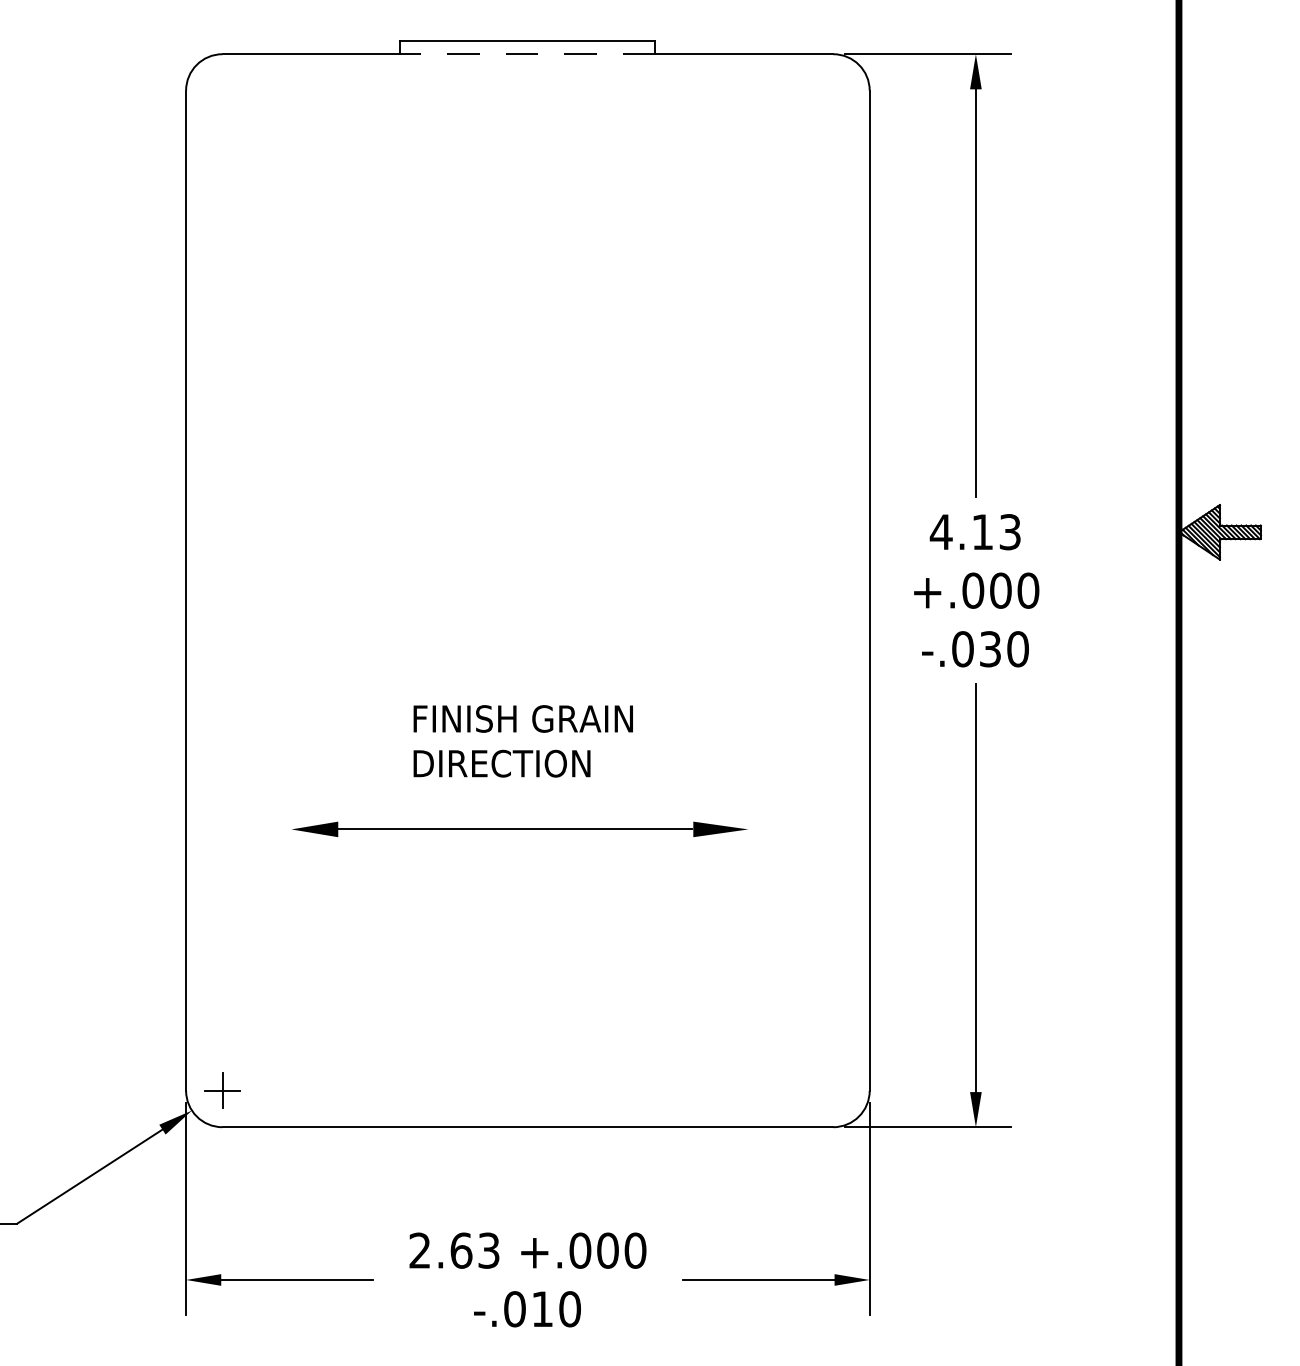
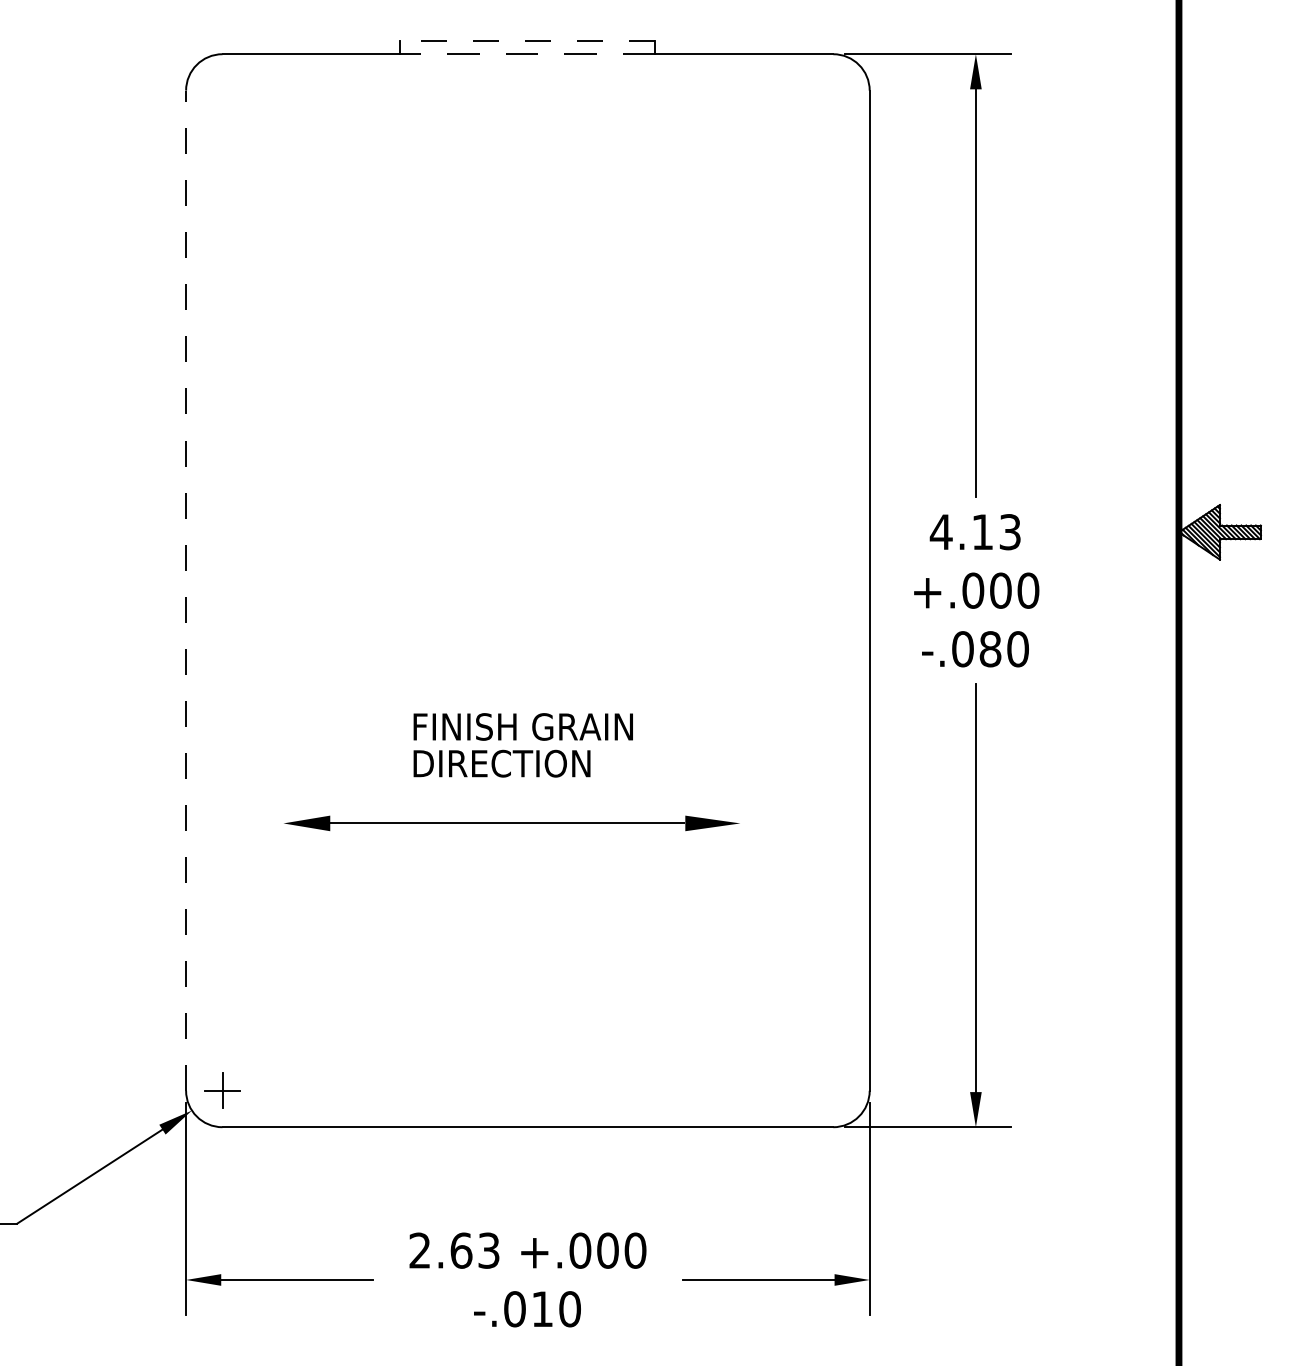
line at (527, 41): solid -> dashed
line at (186, 590): solid -> dashed
text at (990, 649): -.030 -> -.080
text at (522, 718) position: (522, 718) -> (522, 726)
part at (519, 829) position: (519, 829) -> (511, 823)
